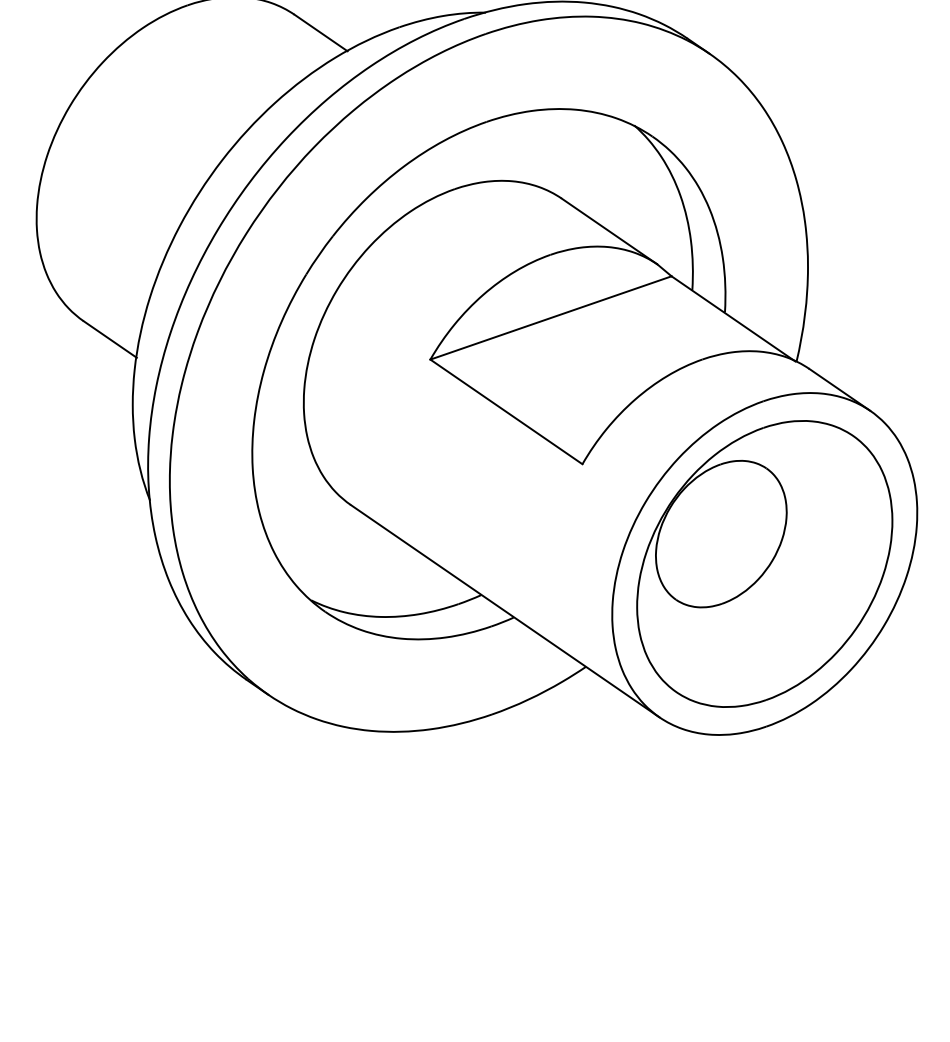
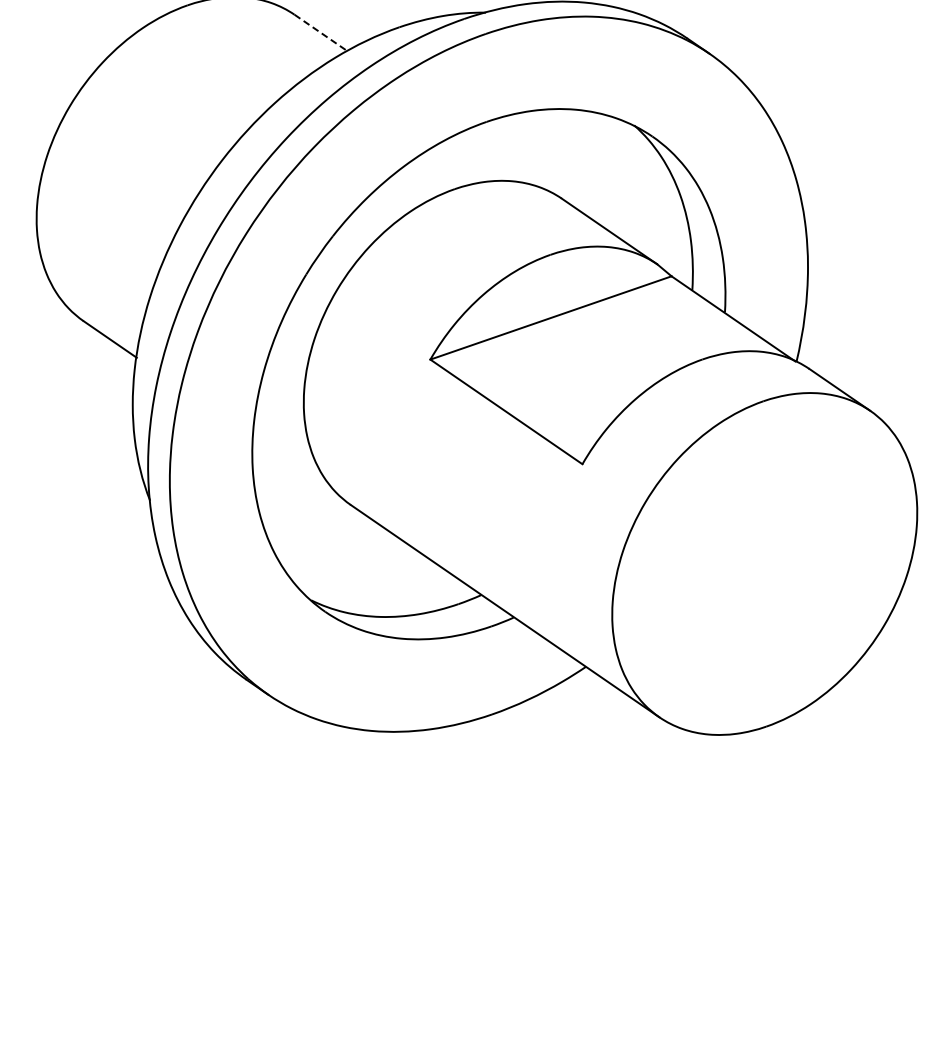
line at (321, 33): solid -> dashed
part at (764, 563): present -> none
